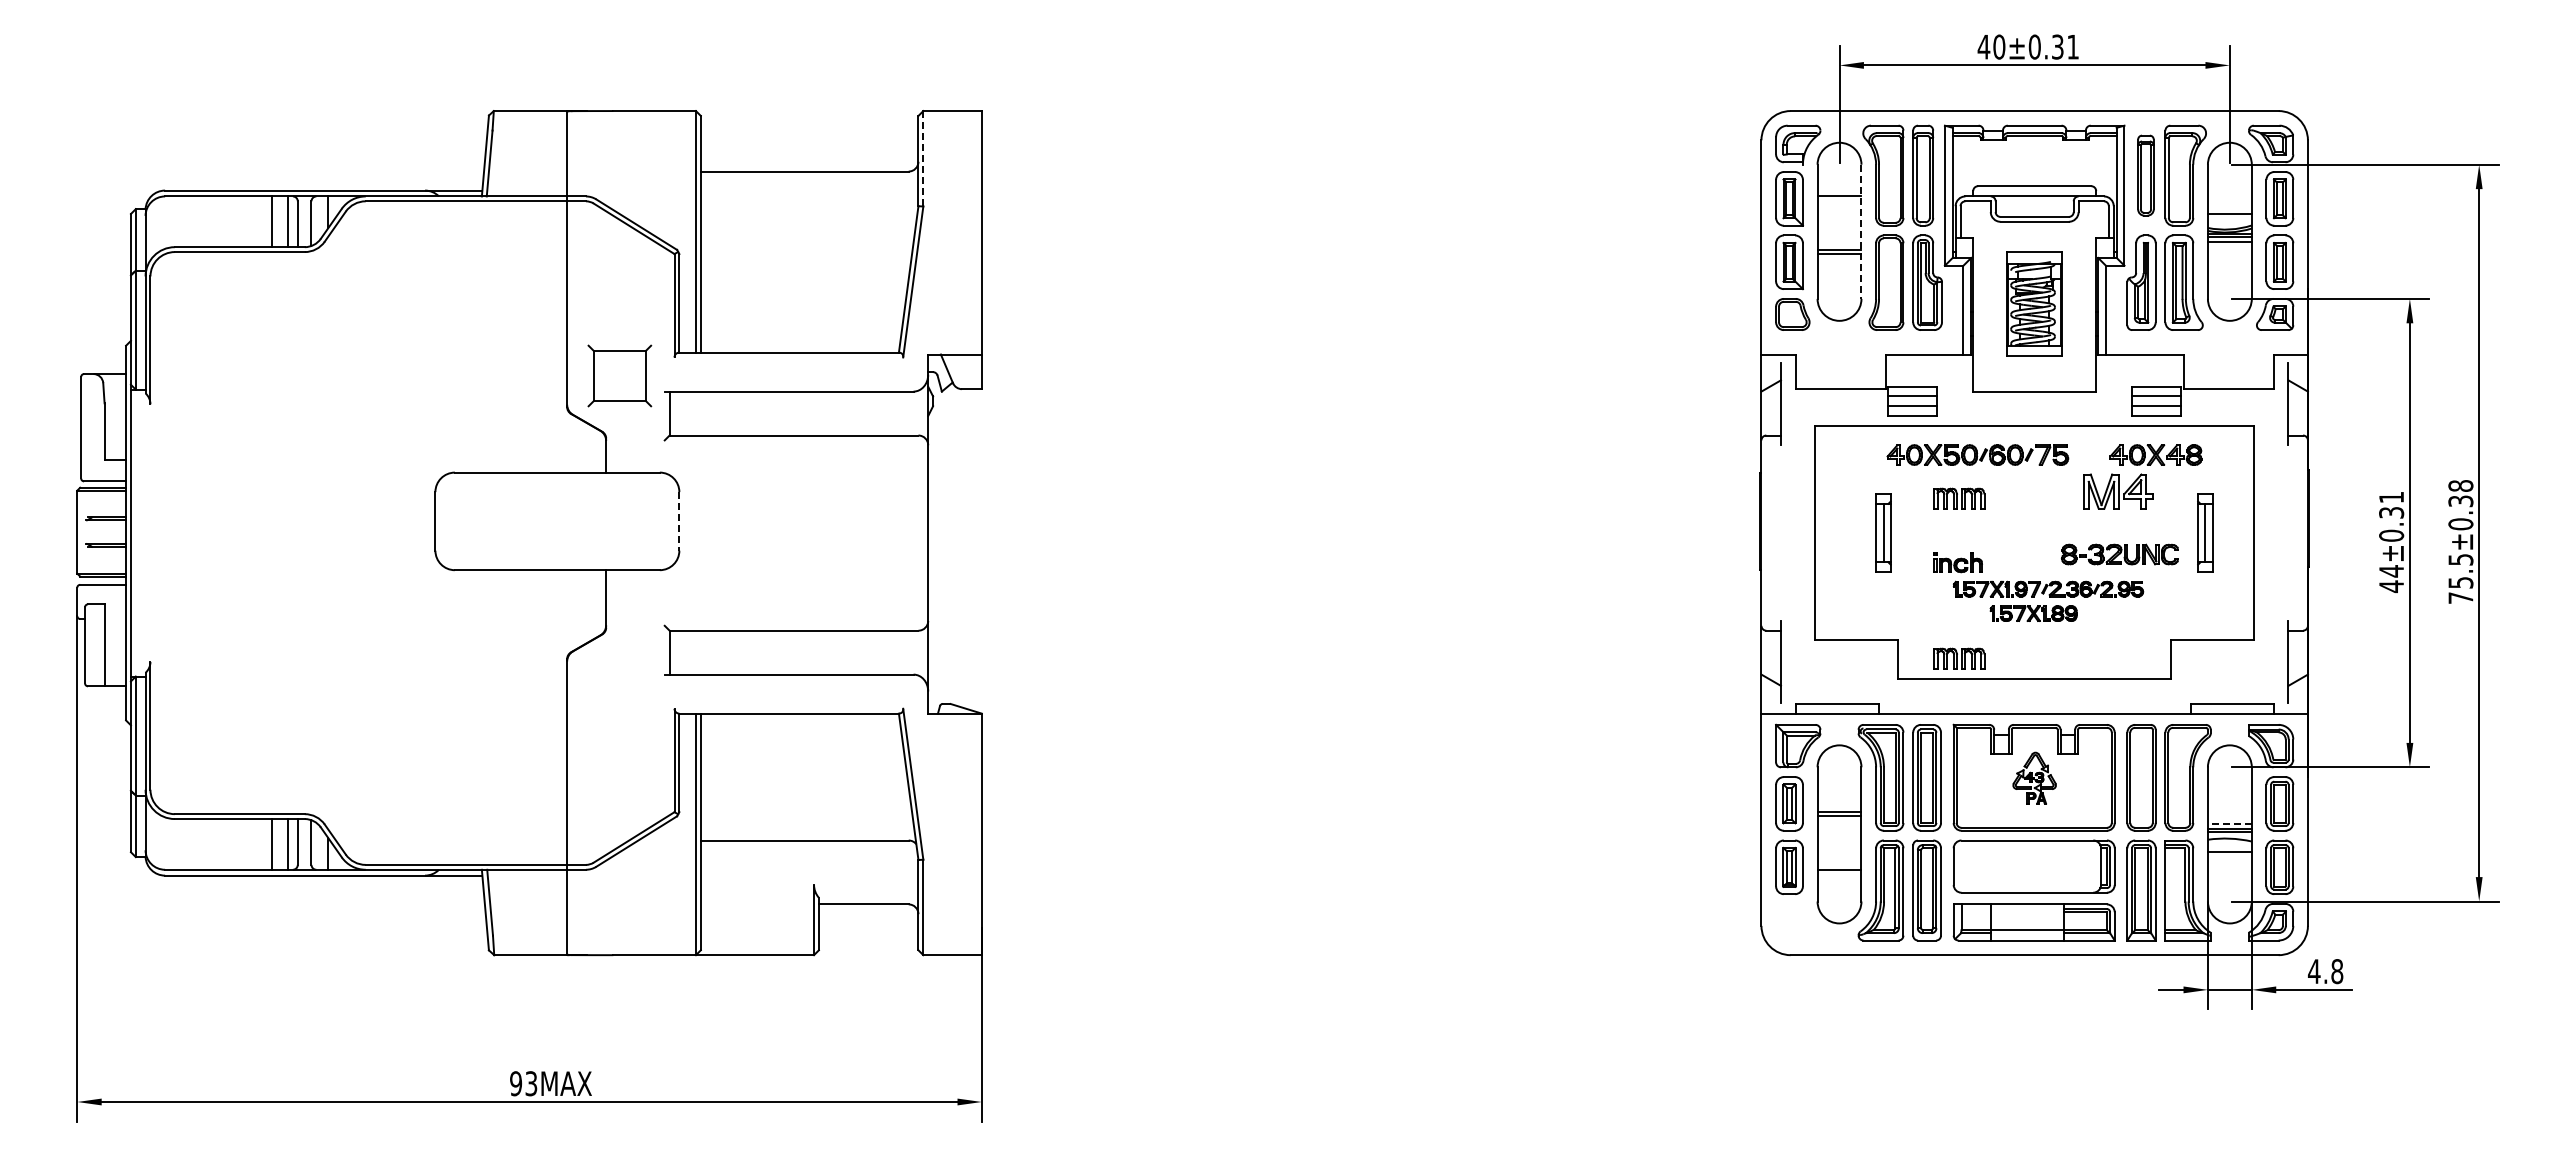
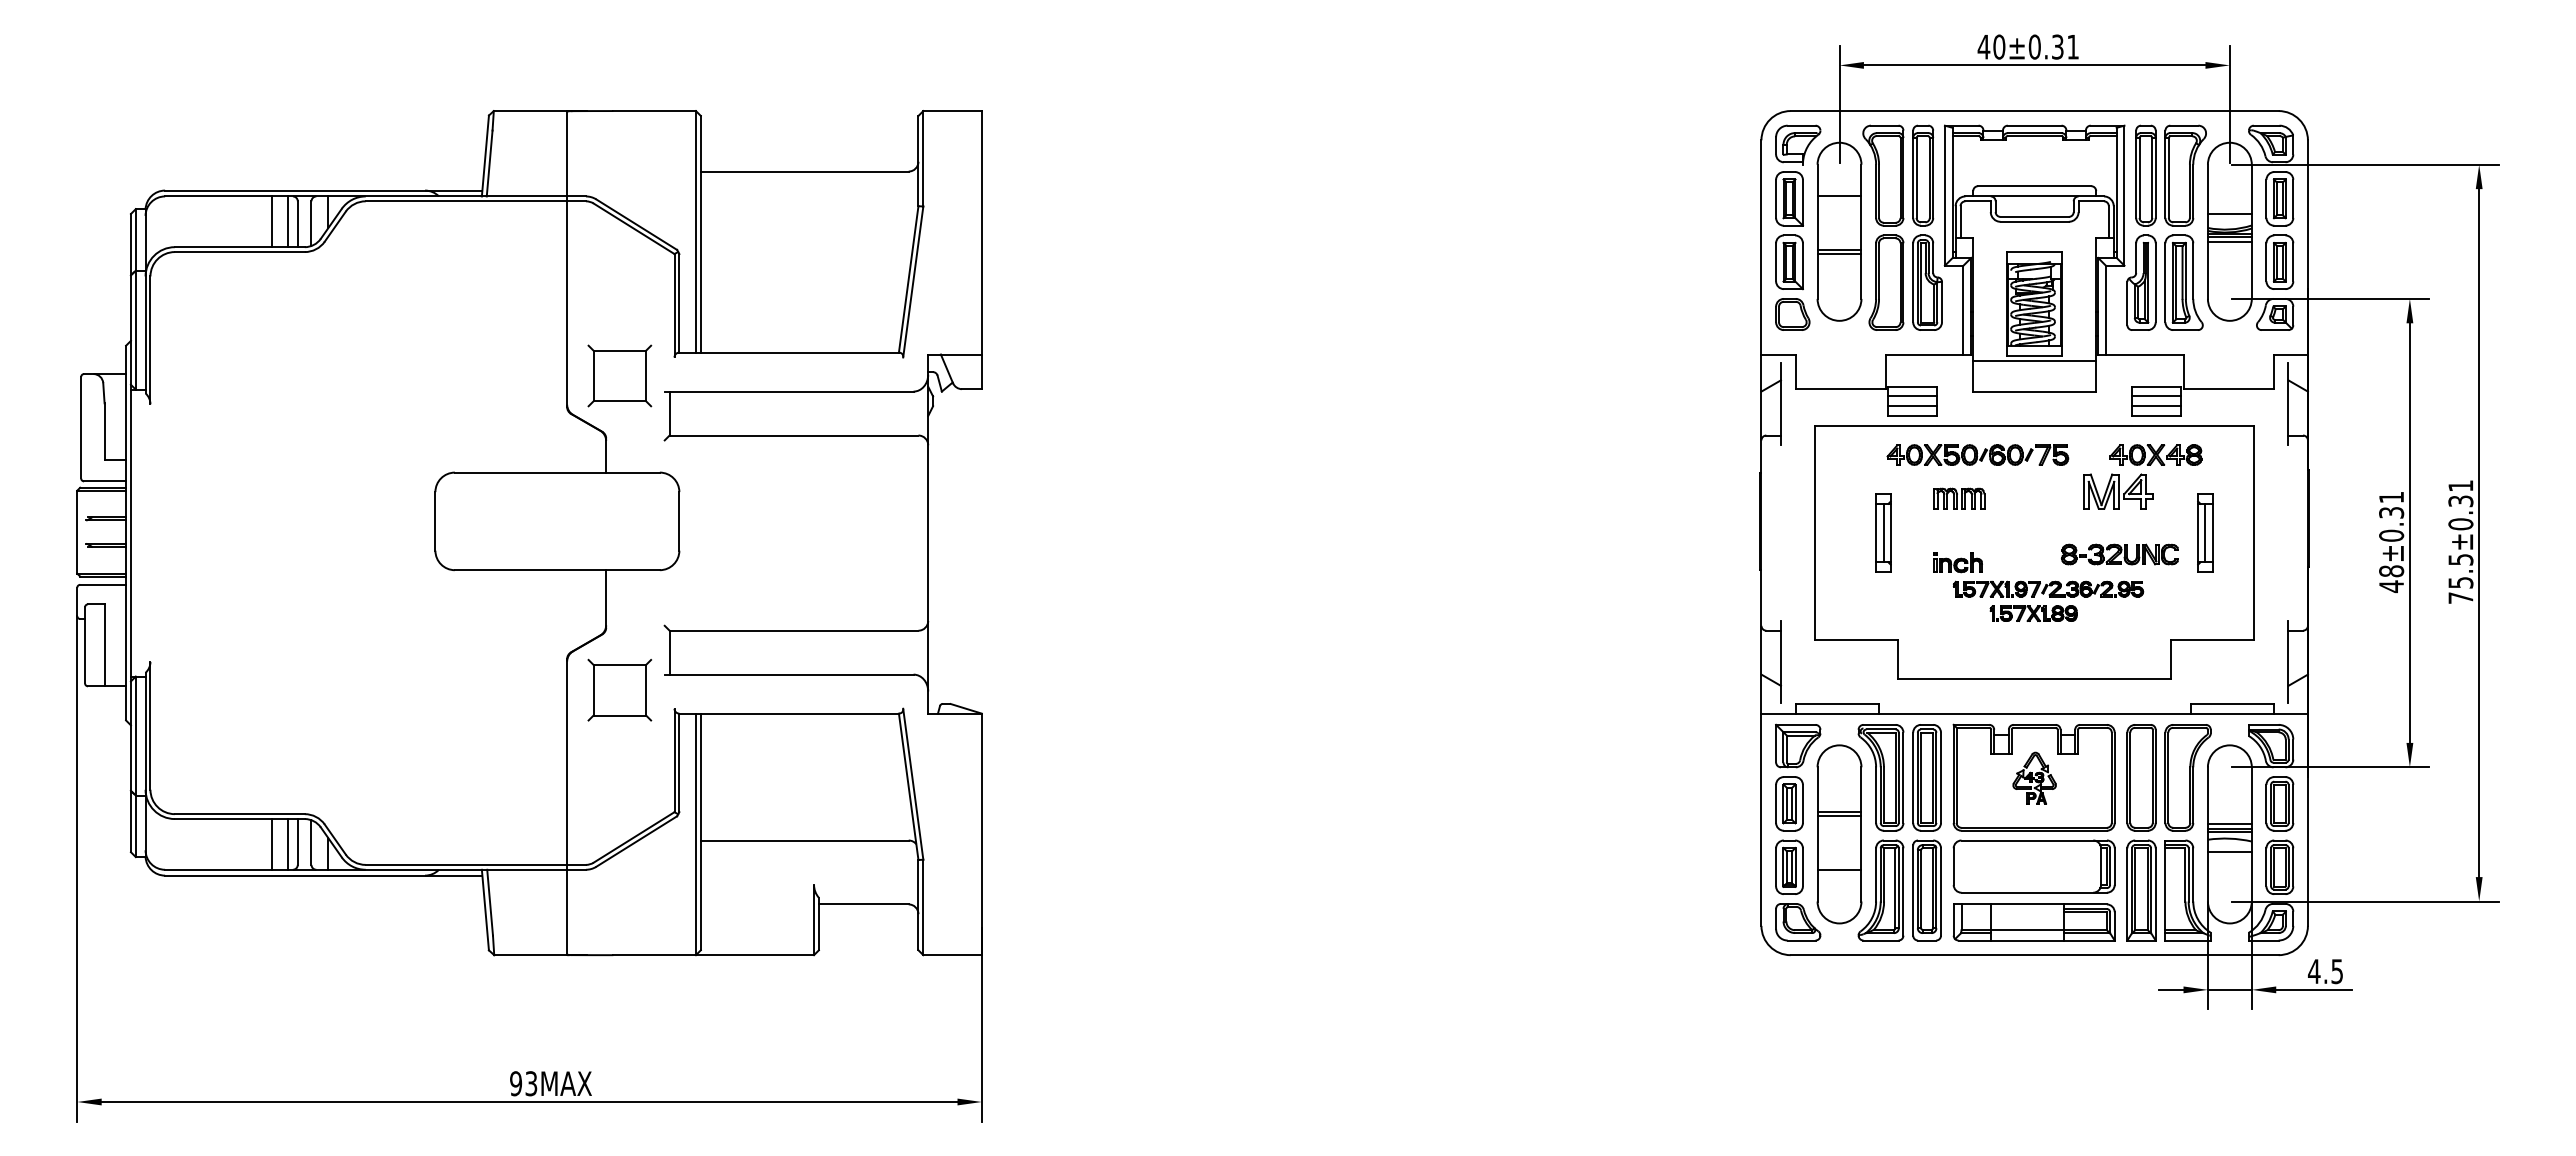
line at (923, 158): dashed -> solid
part at (2145, 175) size: 18x83 px -> 22x103 px
line at (1861, 232): dashed -> solid
line at (2034, 360): none -> present
text at (2460, 485): 75.5±0.38 -> 75.5±0.31
line at (679, 521): dashed -> solid
text at (2391, 571): 44±0.31 -> 48±0.31
part at (1959, 658): present -> none
part at (619, 689): none -> present
line at (2229, 823): dashed -> solid
part at (1798, 922): none -> present
text at (2337, 971): 4.8 -> 4.5
